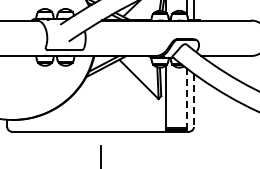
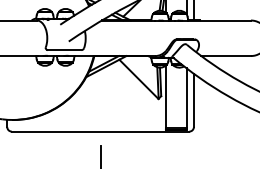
line at (186, 98): dashed -> solid
line at (193, 100): dashed -> solid
